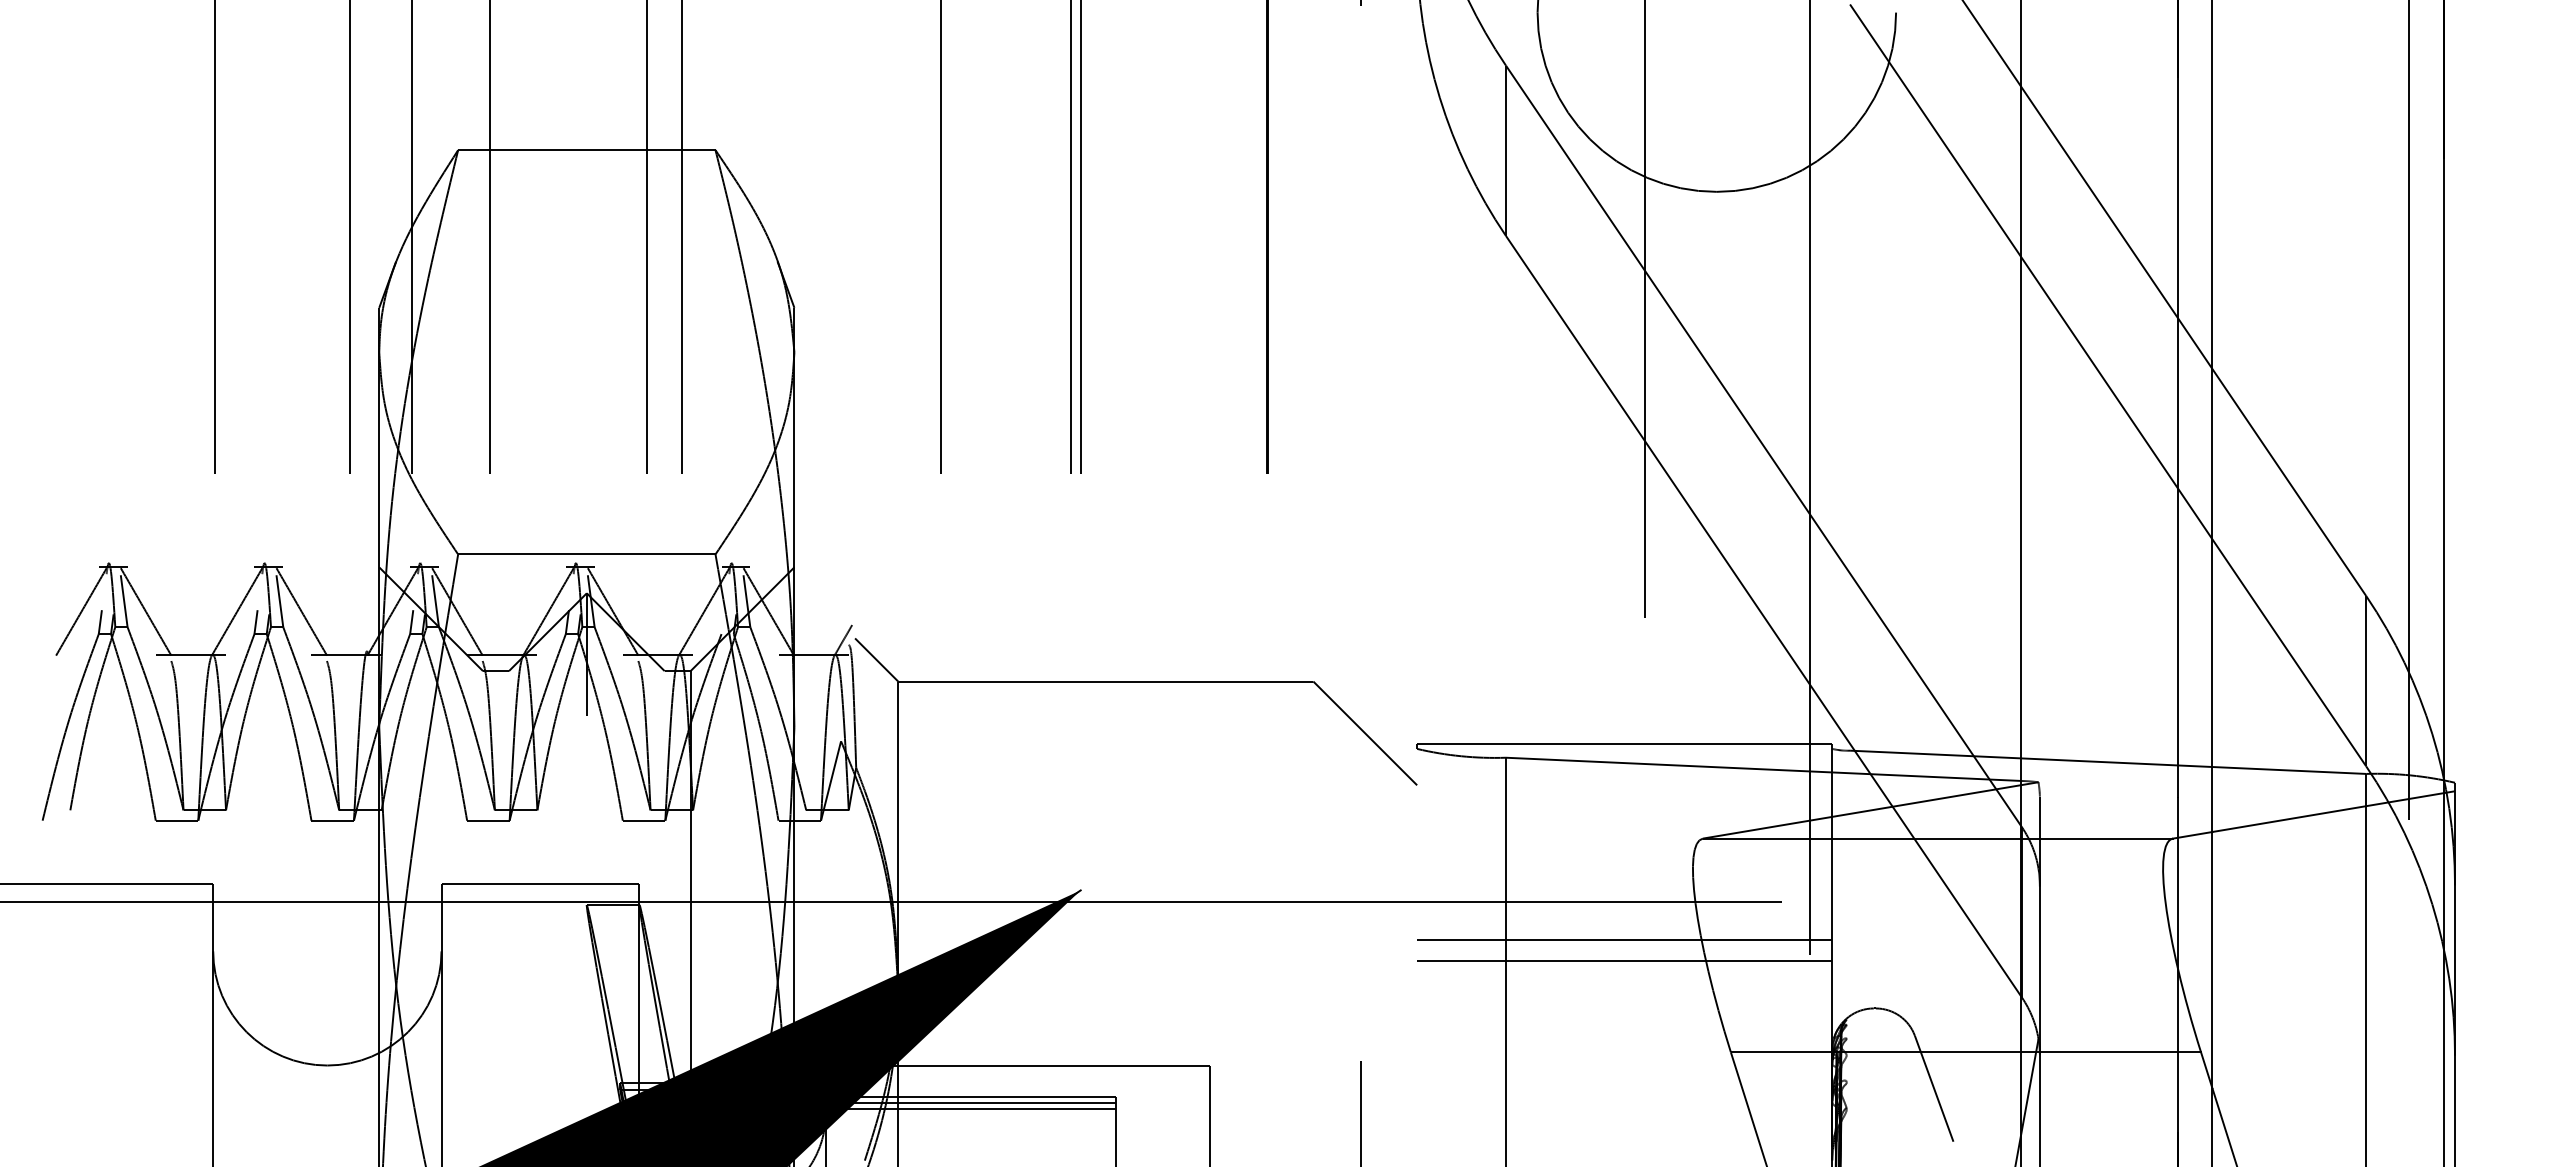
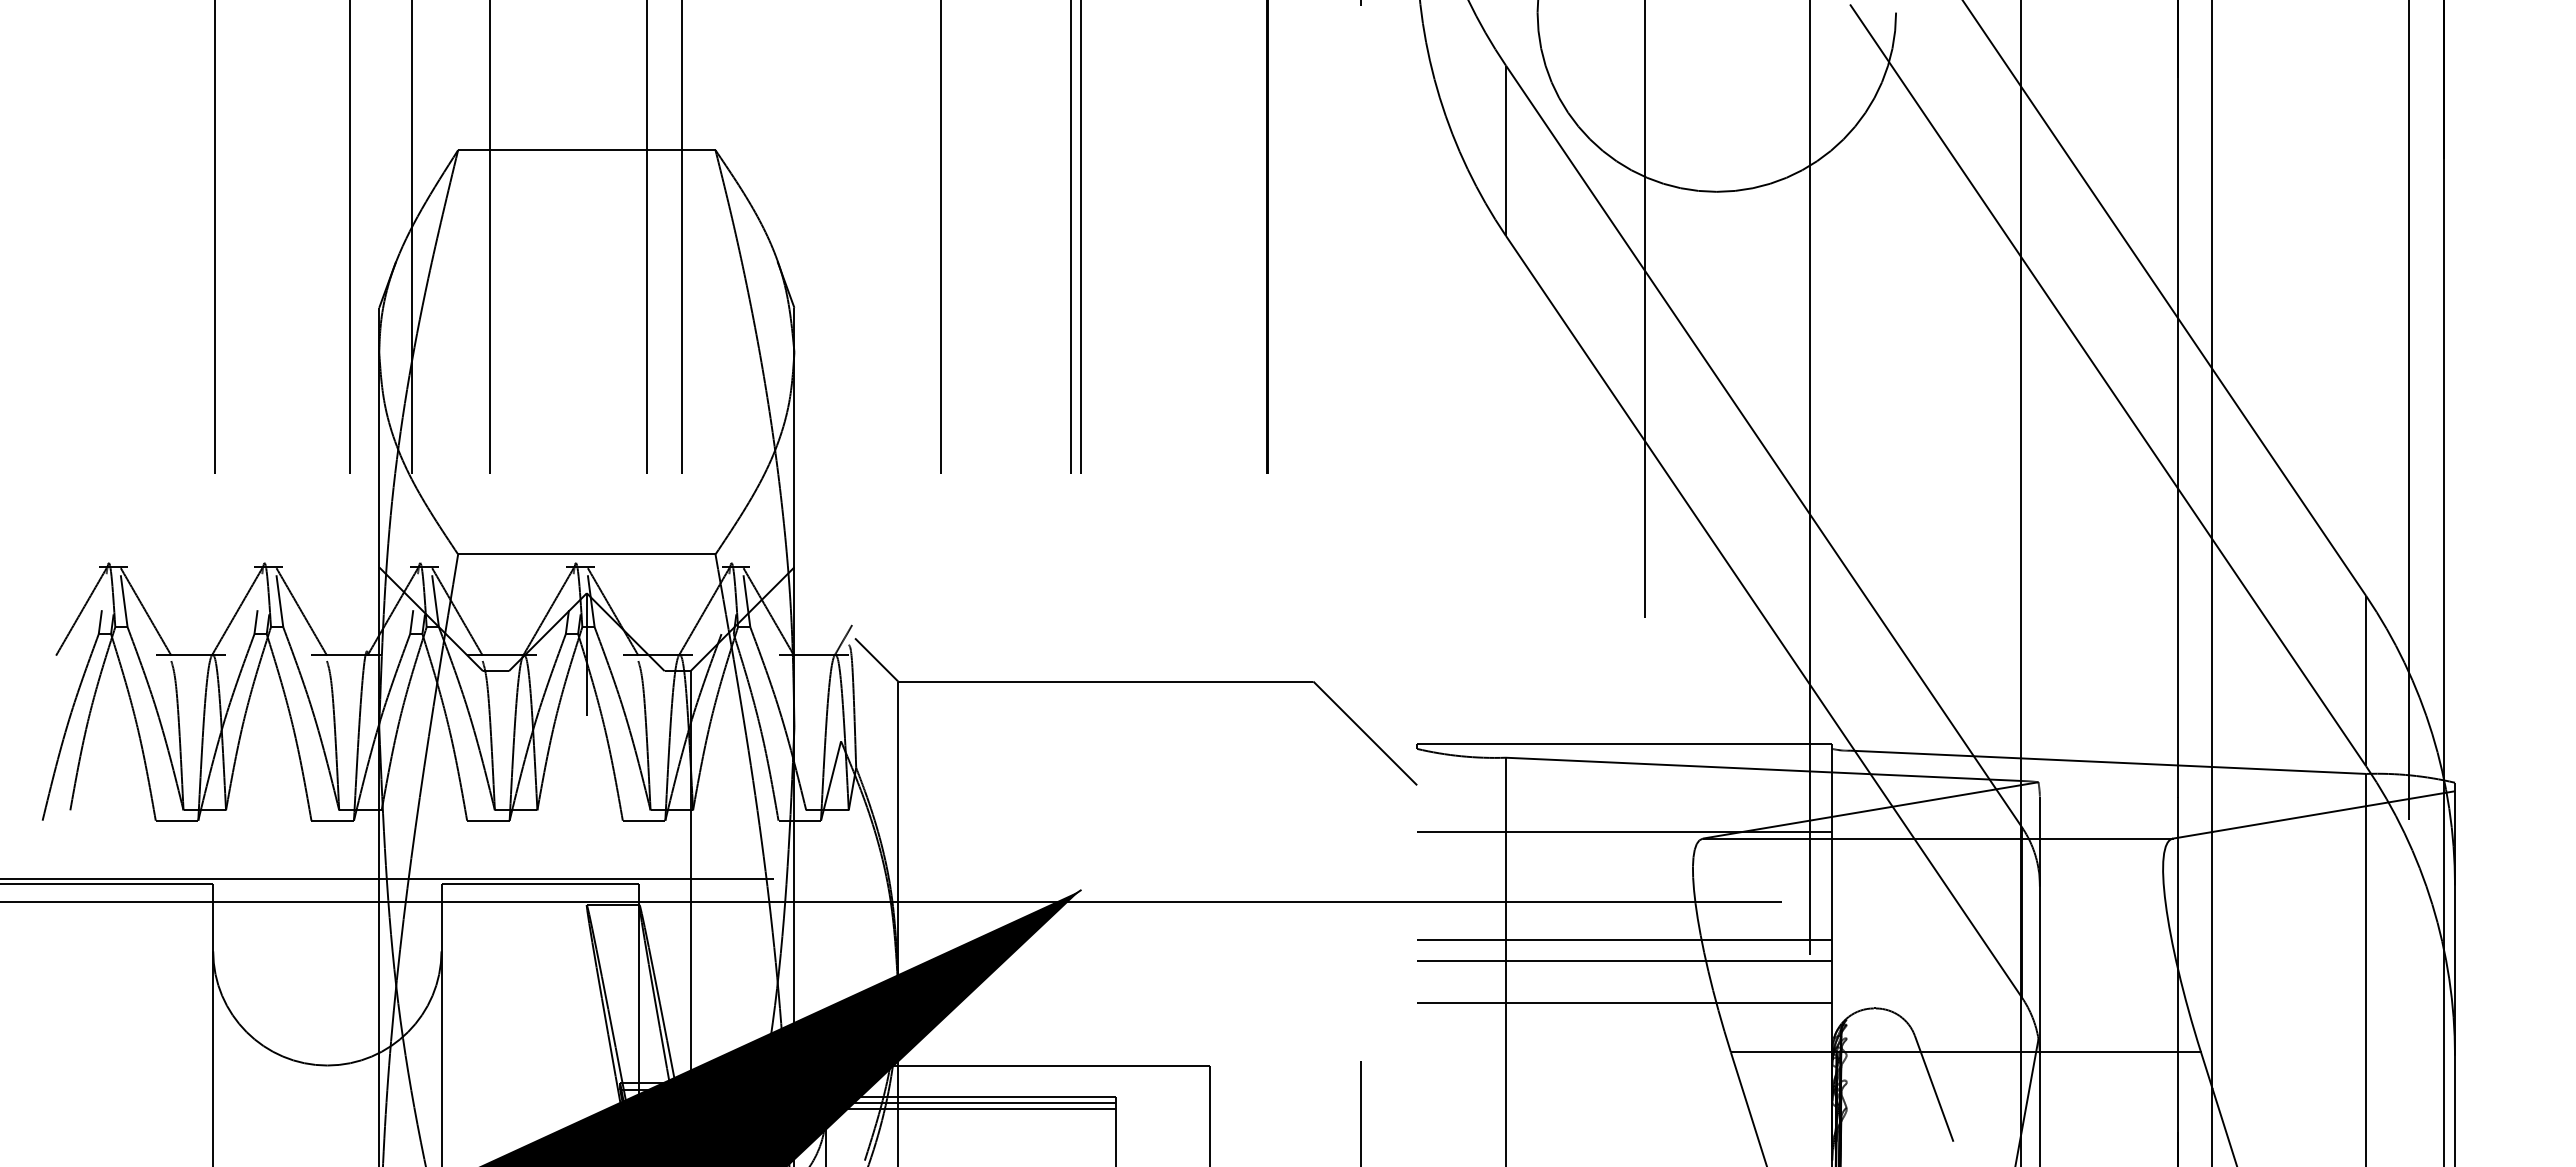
line at (1624, 832): none -> present
line at (387, 878): none -> present
line at (1624, 1002): none -> present
